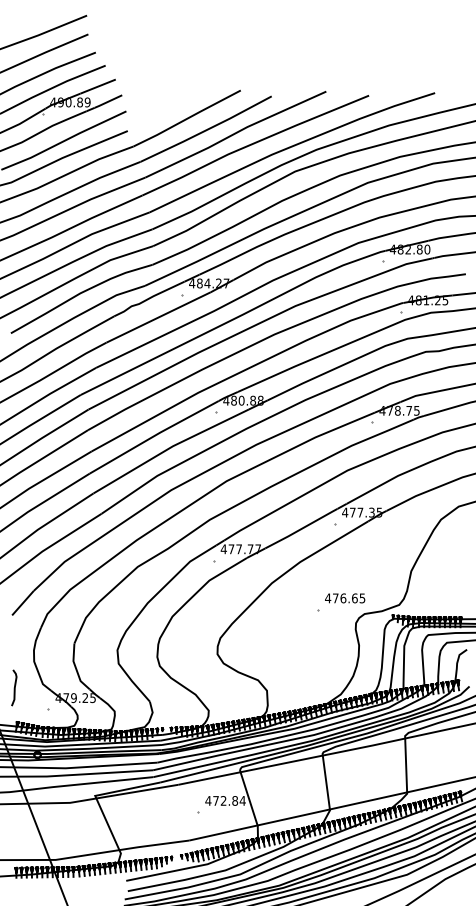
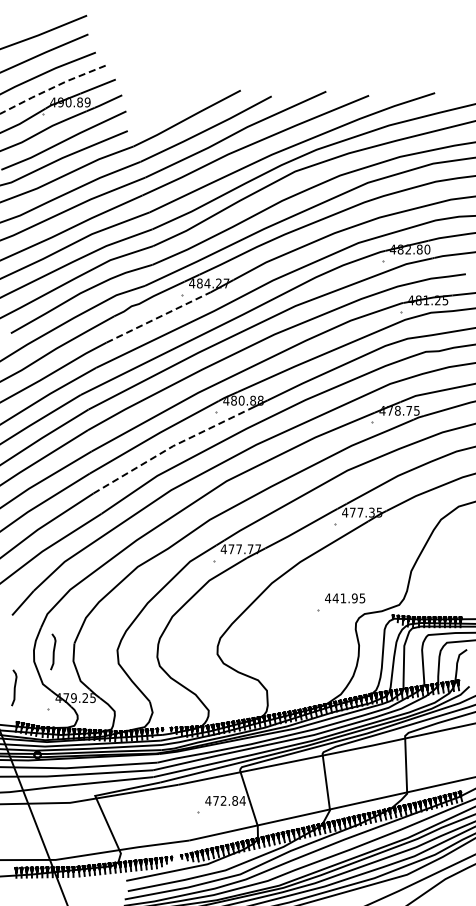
line at (51, 88): solid -> dashed
line at (158, 317): solid -> dashed
line at (170, 447): solid -> dashed
text at (344, 598): 476.65 -> 441.95
curve at (53, 651): none -> present
